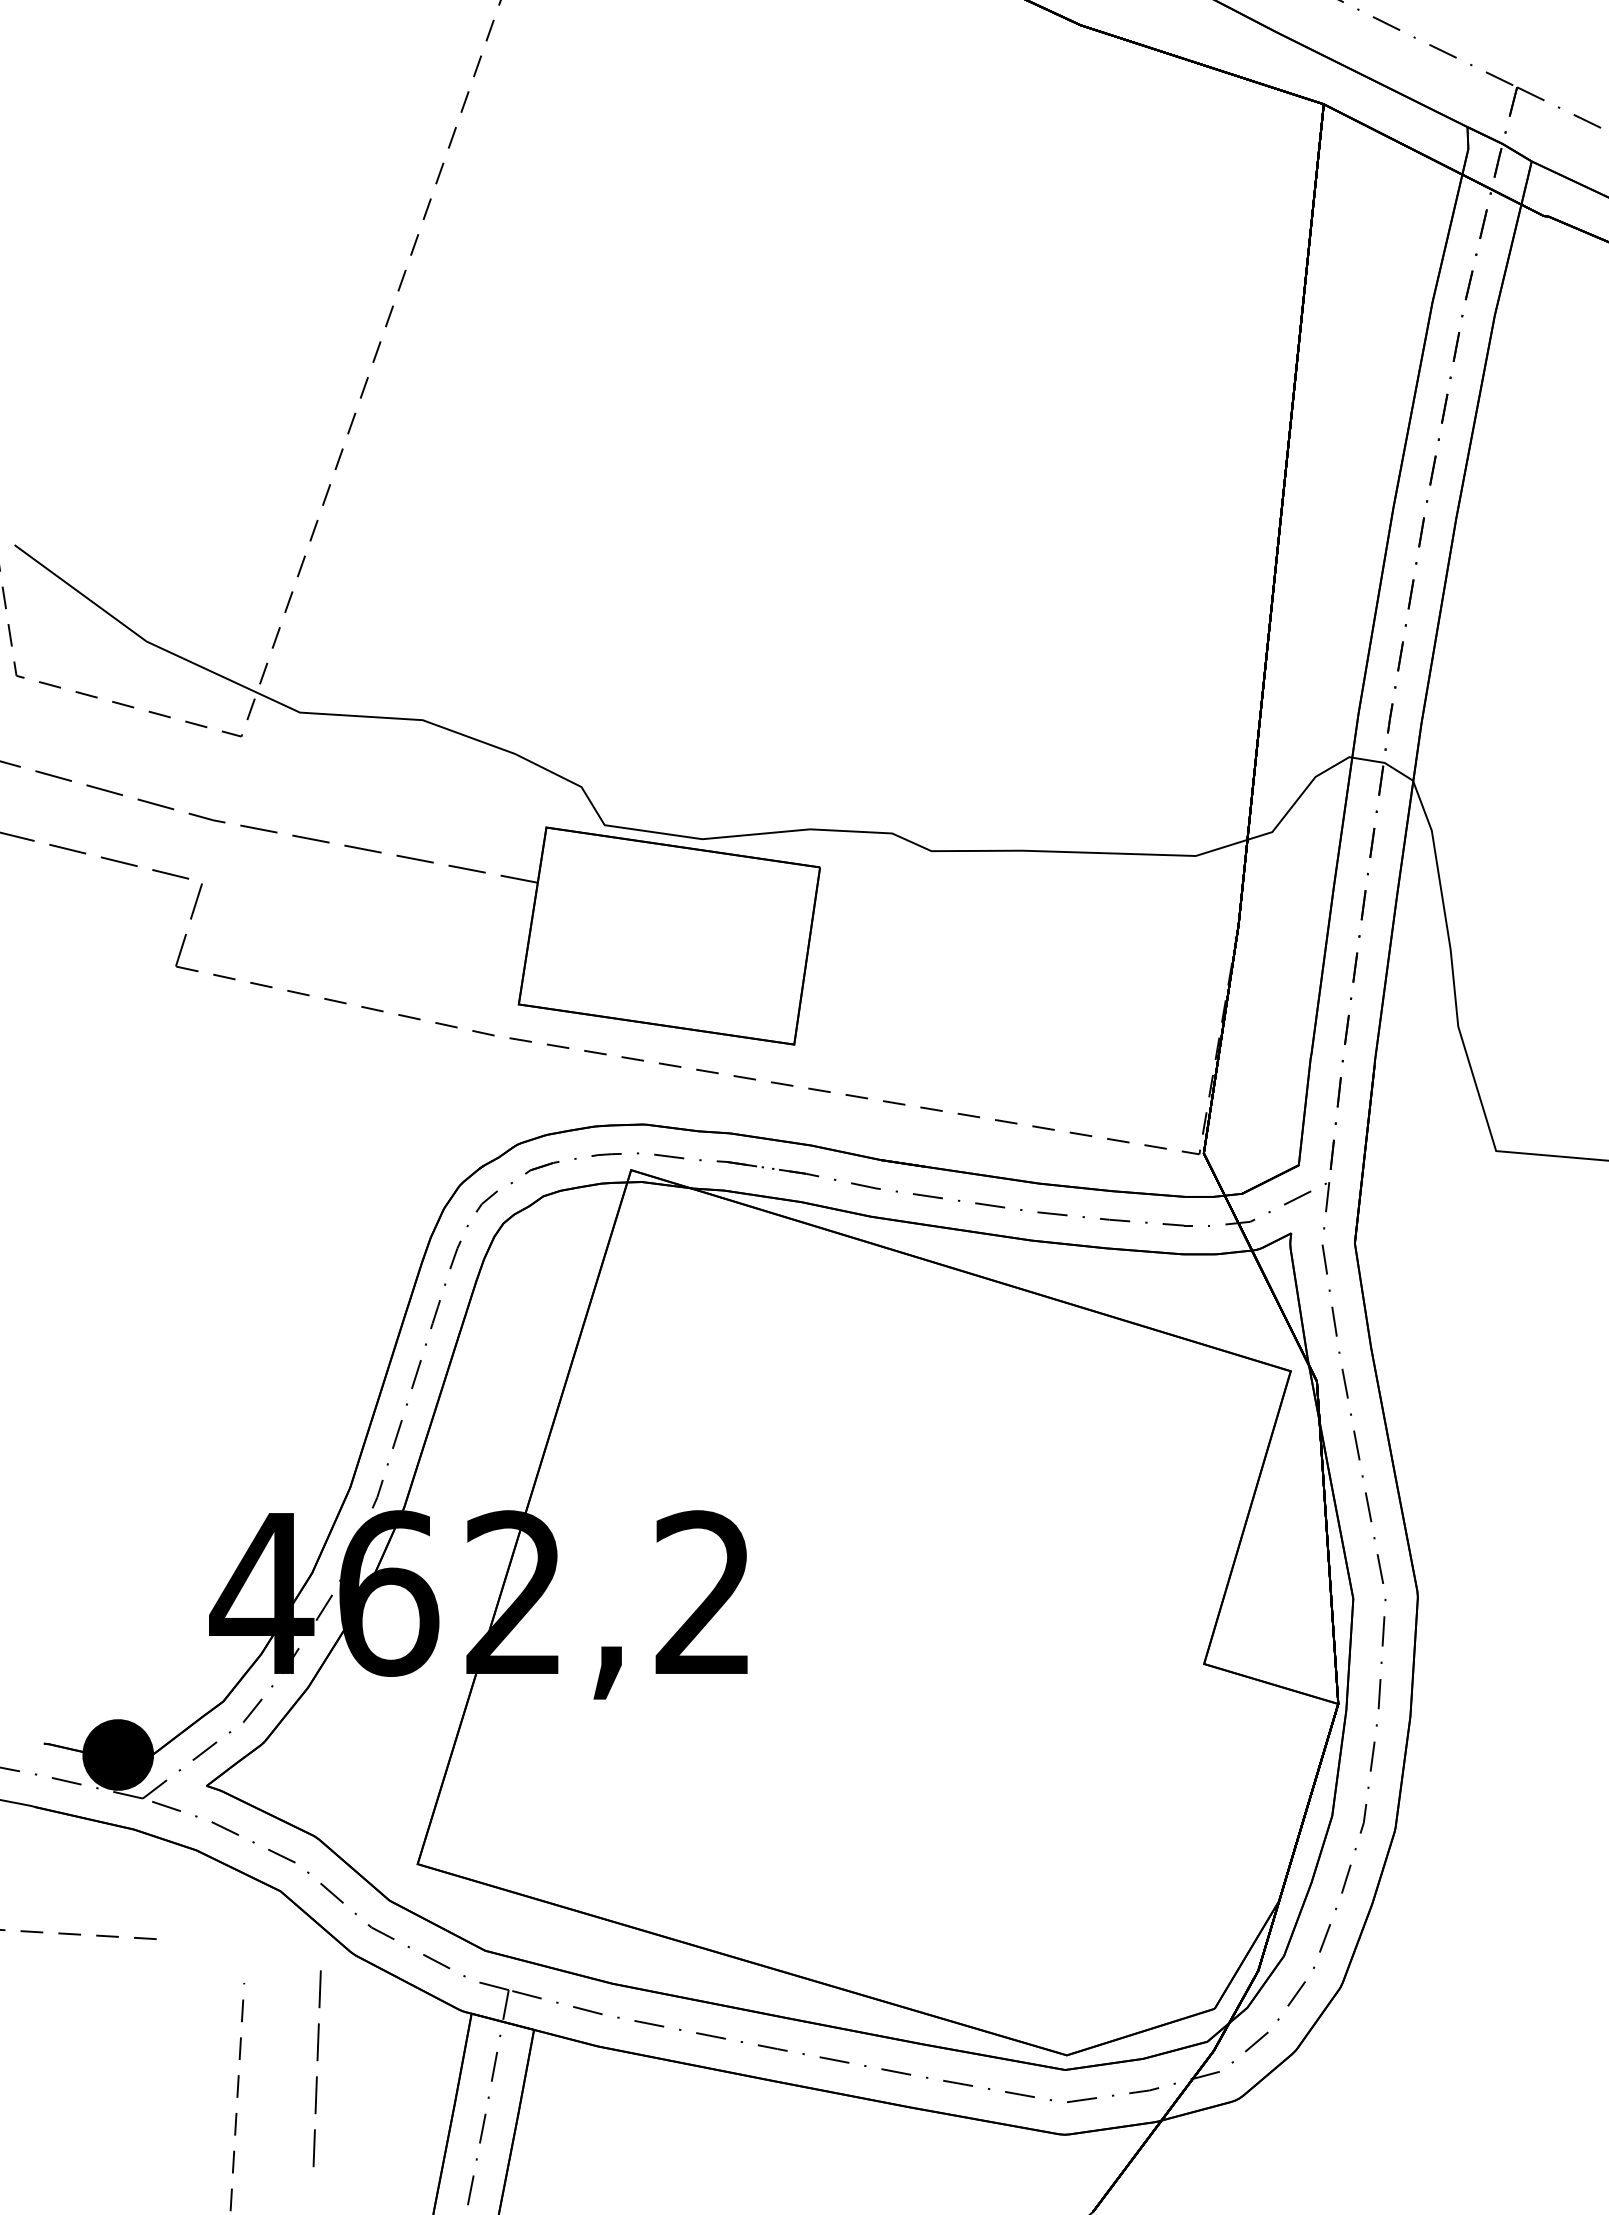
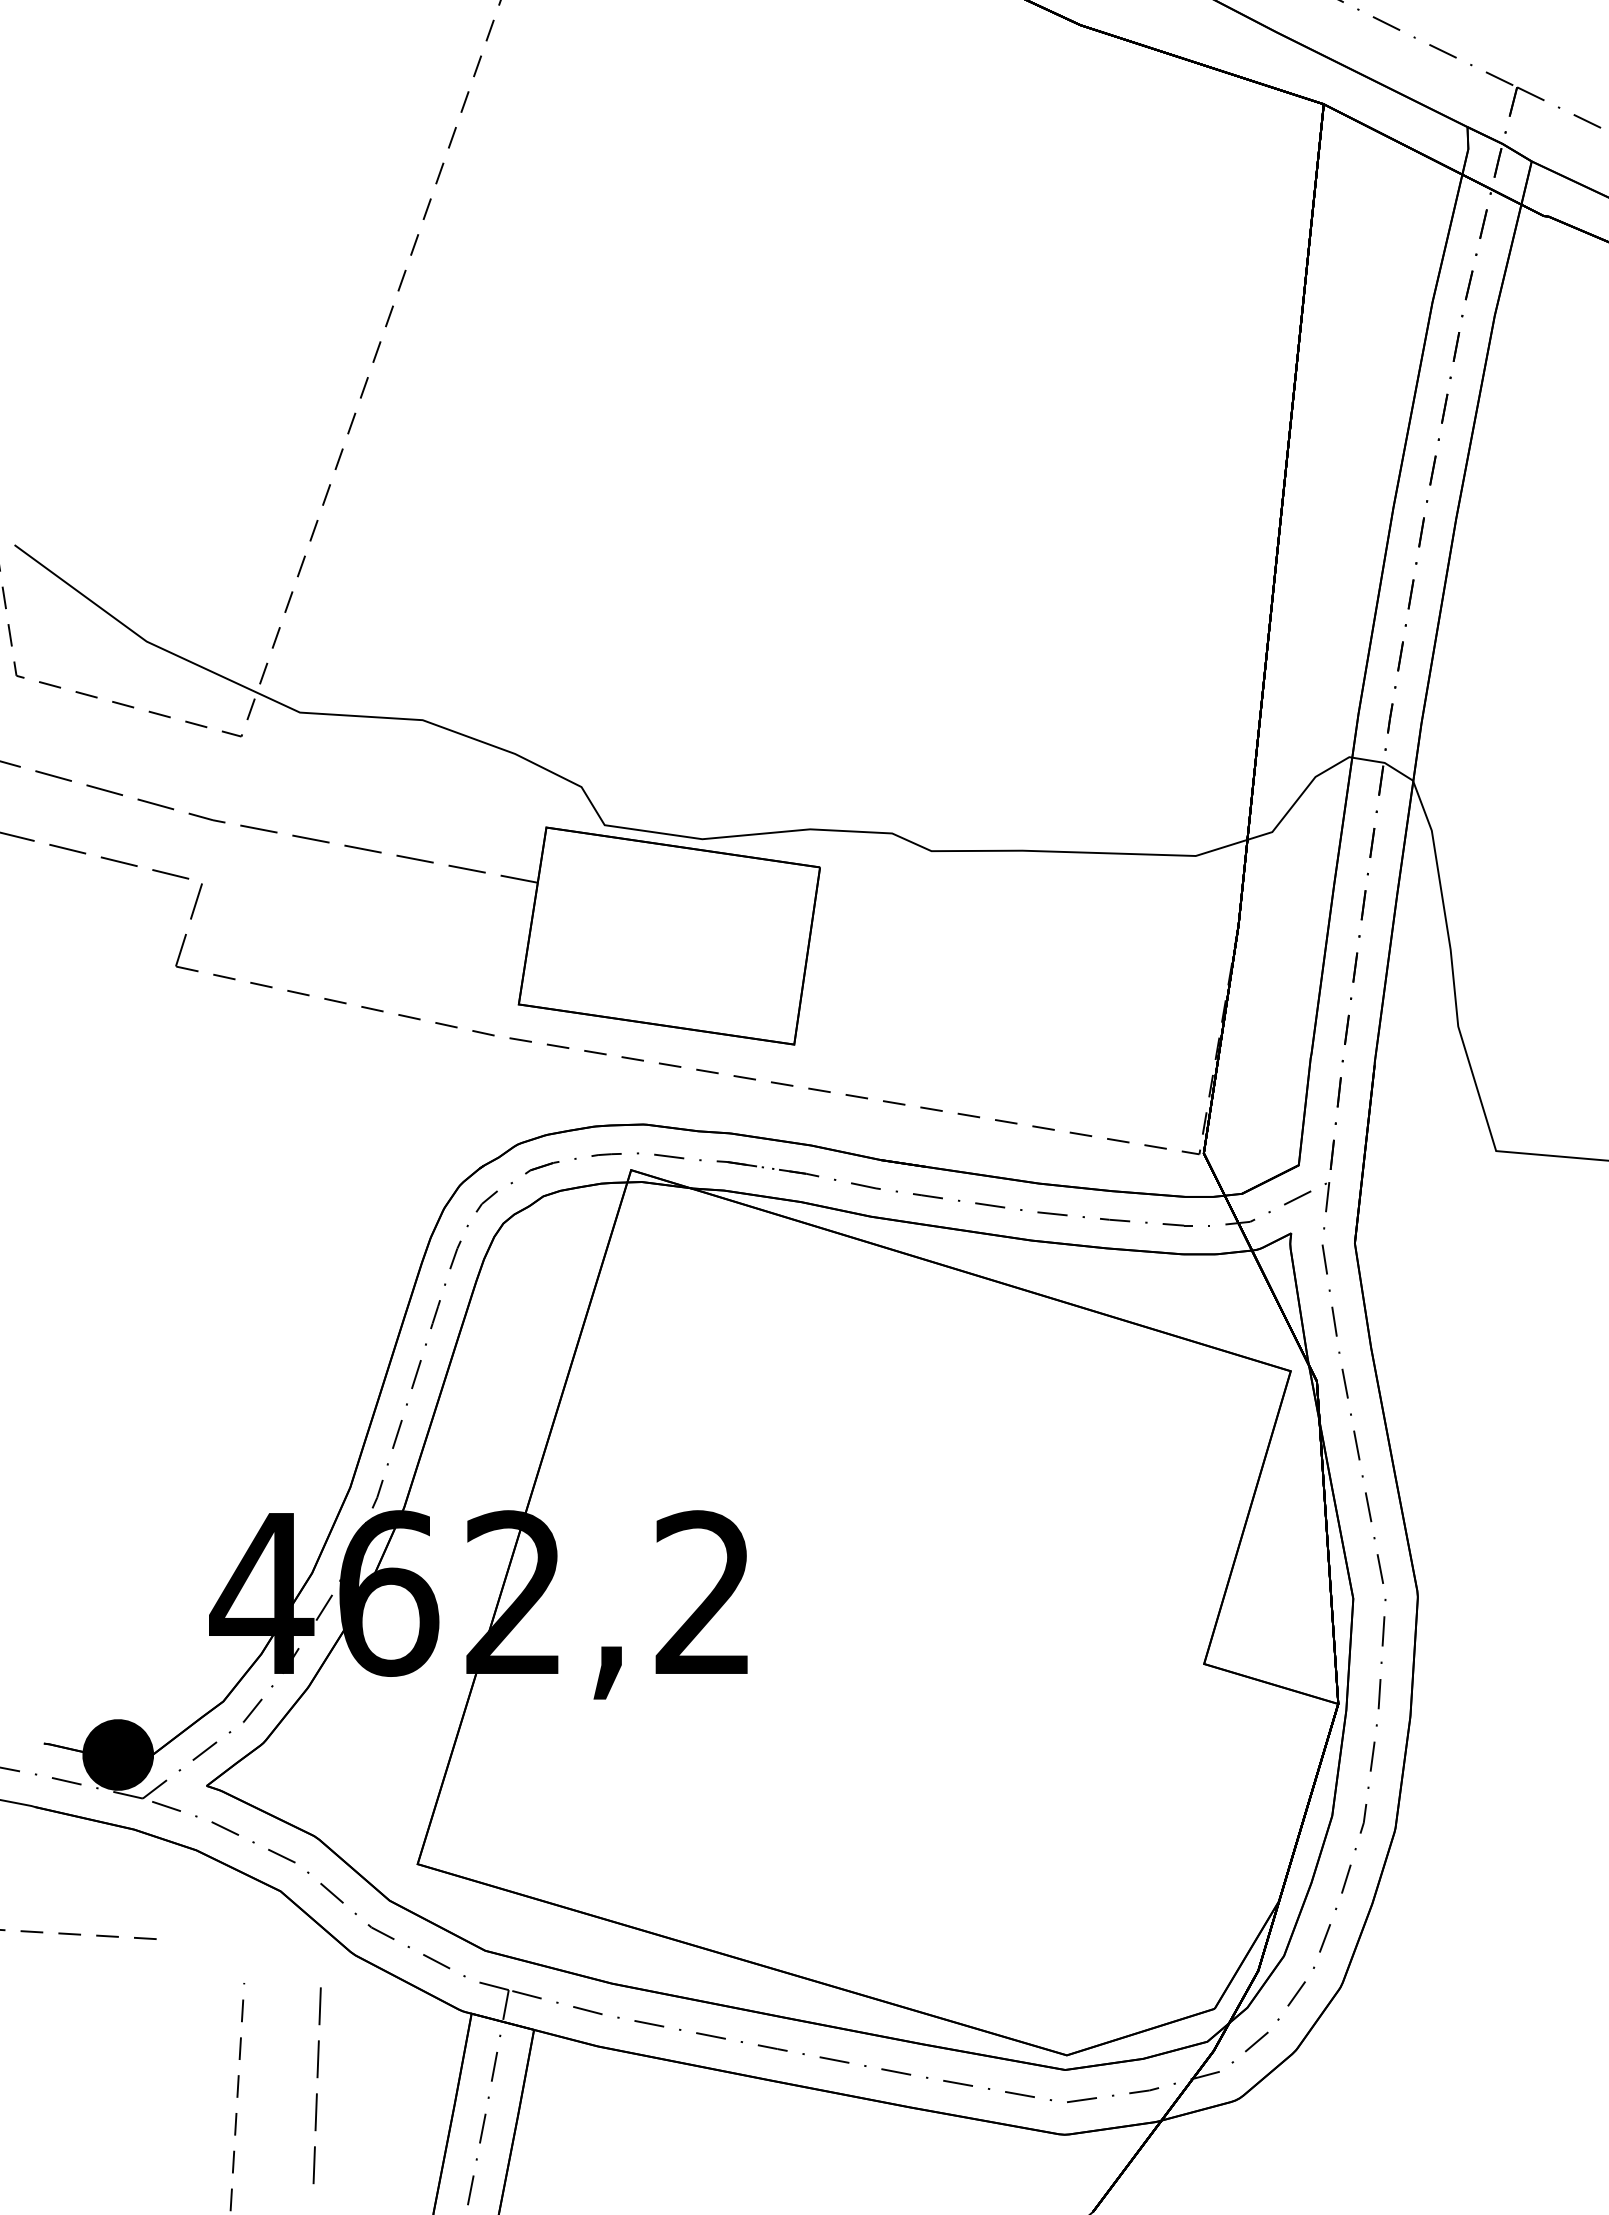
line at (317, 2061) position: (317, 2061) -> (317, 2078)
